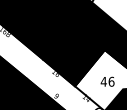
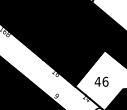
text at (107, 81) position: (107, 81) -> (101, 81)
